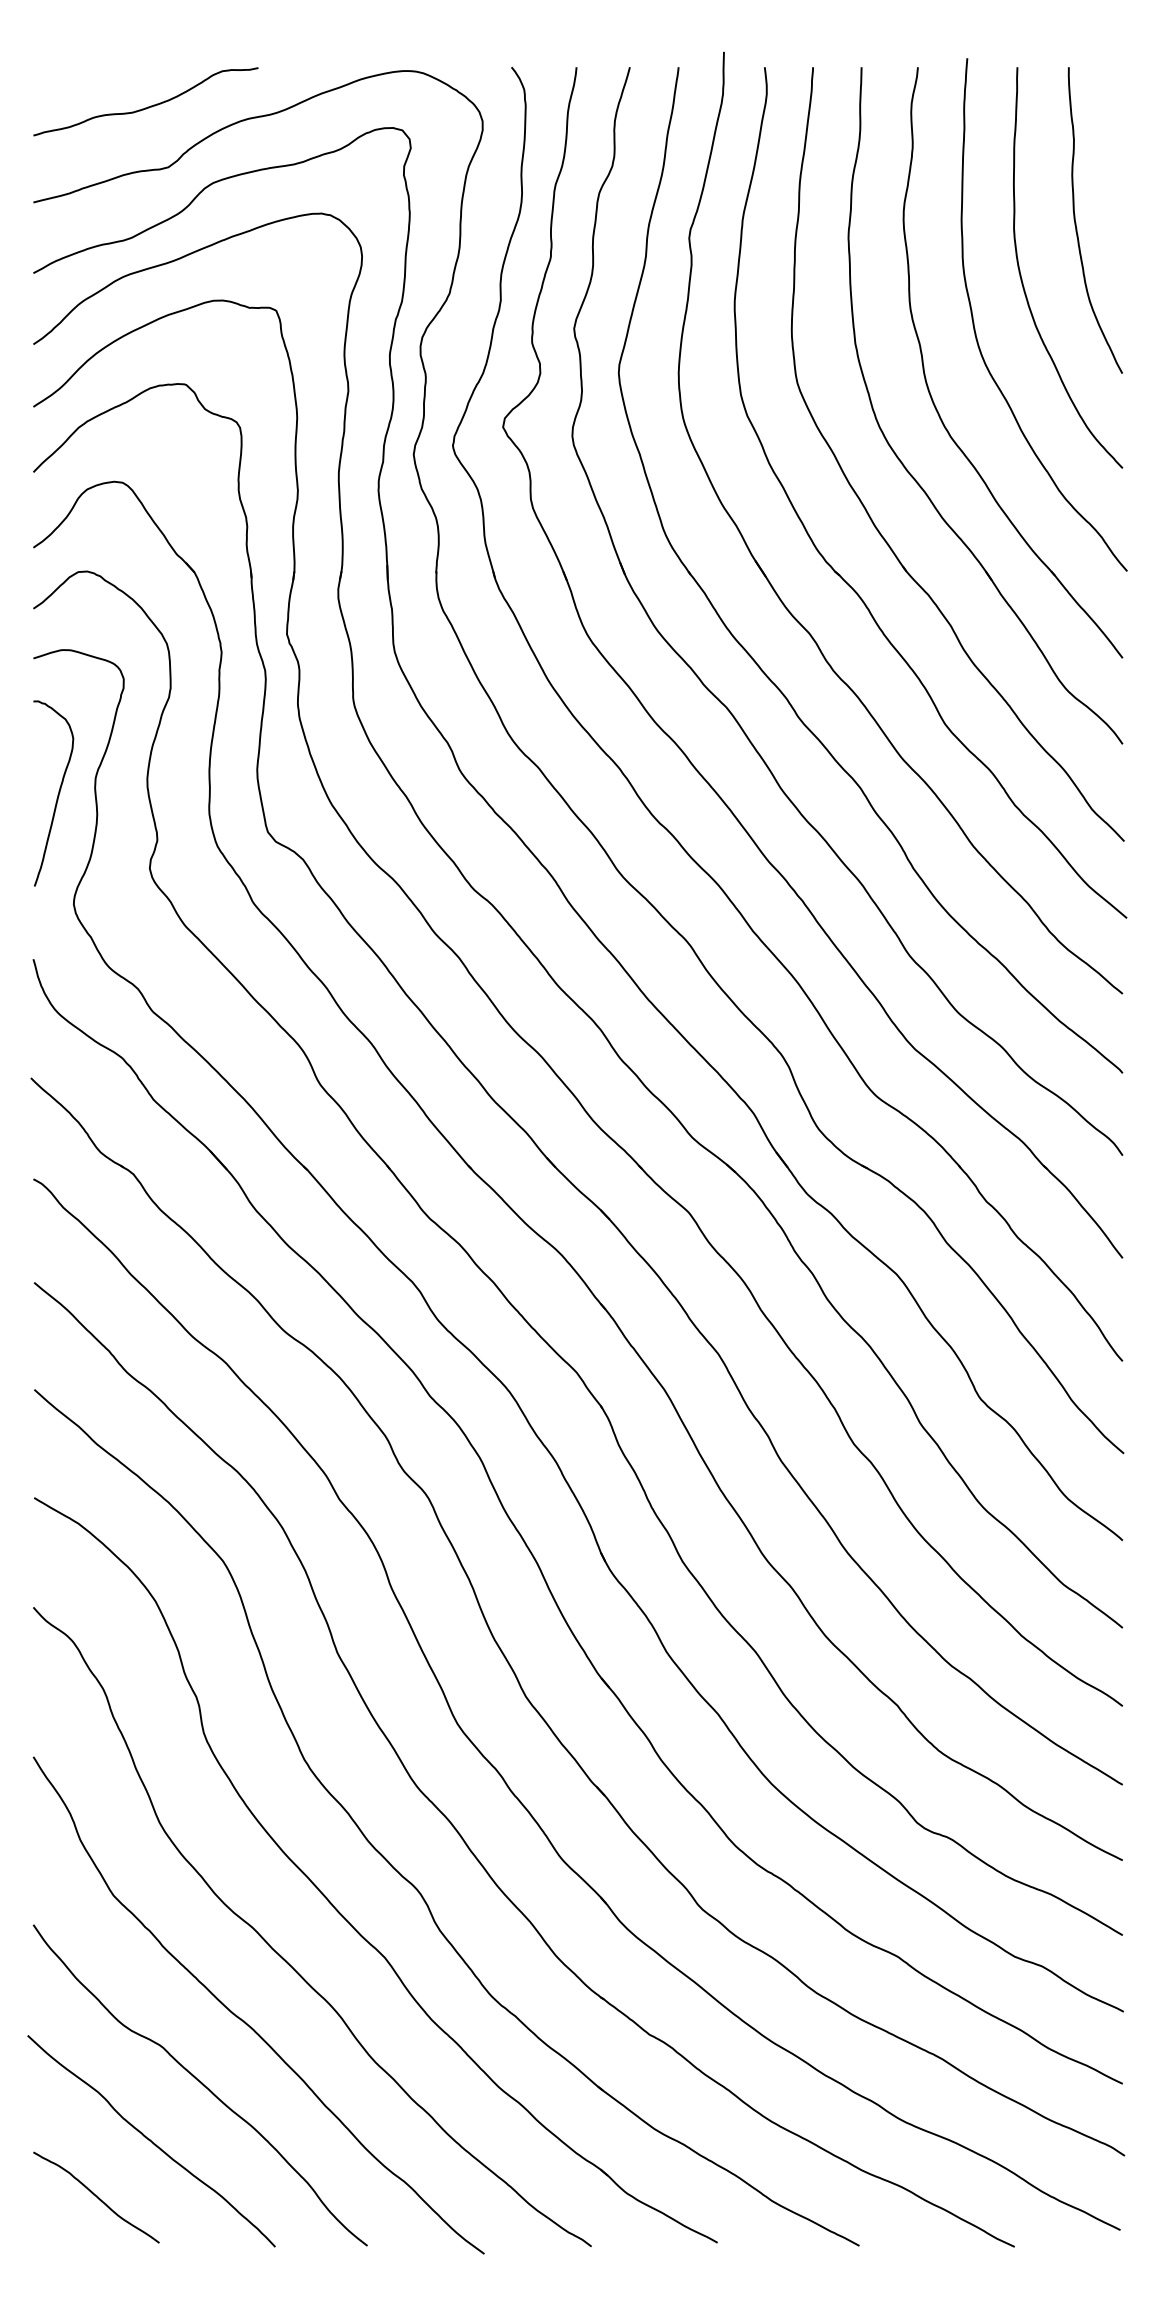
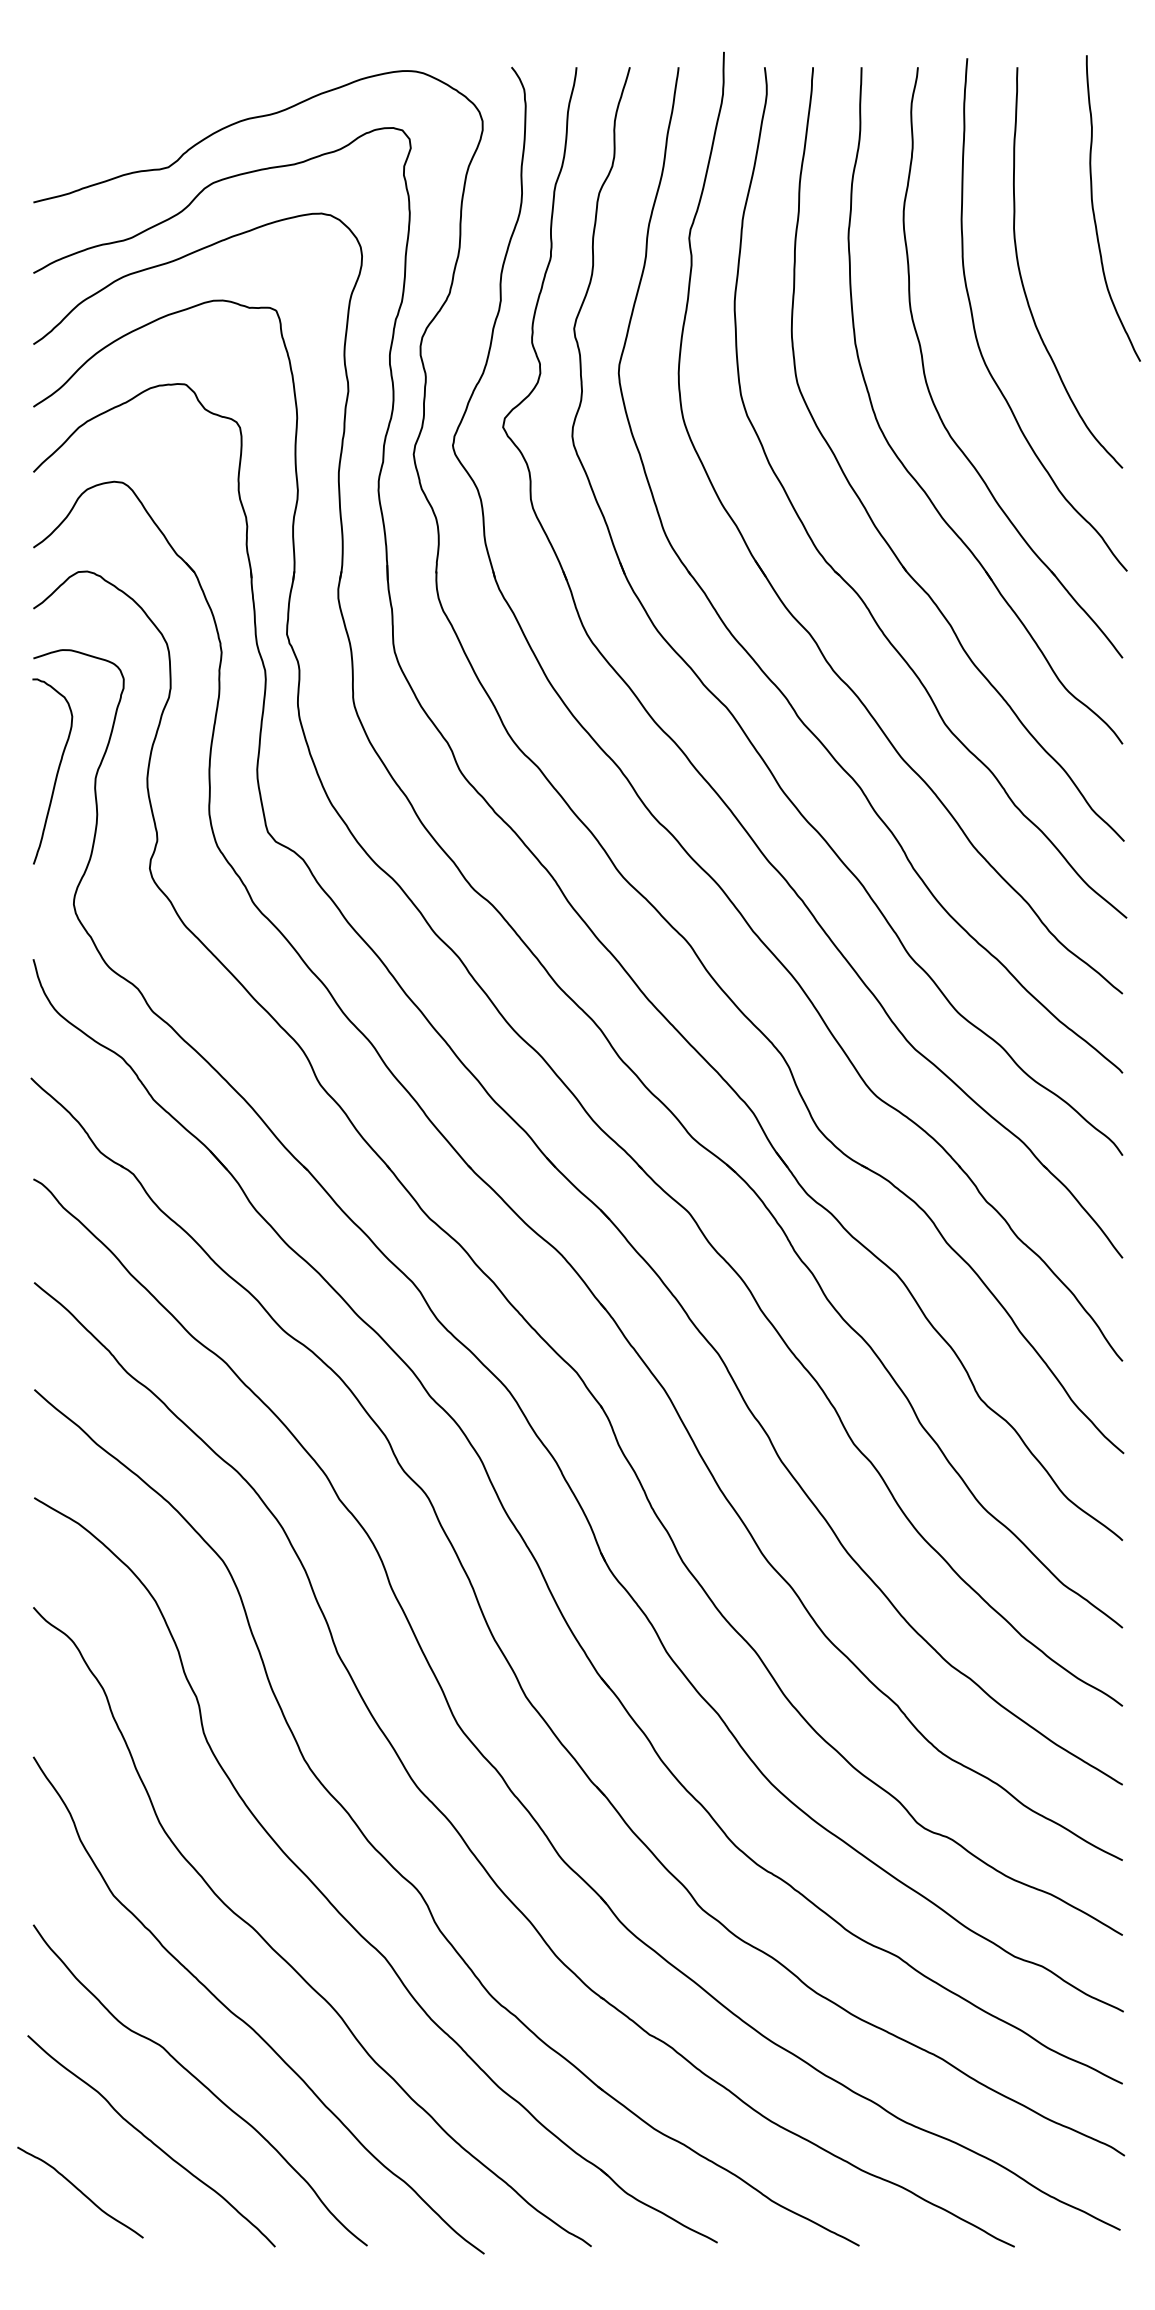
curve at (147, 106): present -> none
curve at (1076, 222) position: (1076, 222) -> (1094, 210)
curve at (57, 794) position: (57, 794) -> (56, 772)
curve at (96, 2197) position: (96, 2197) -> (80, 2192)
